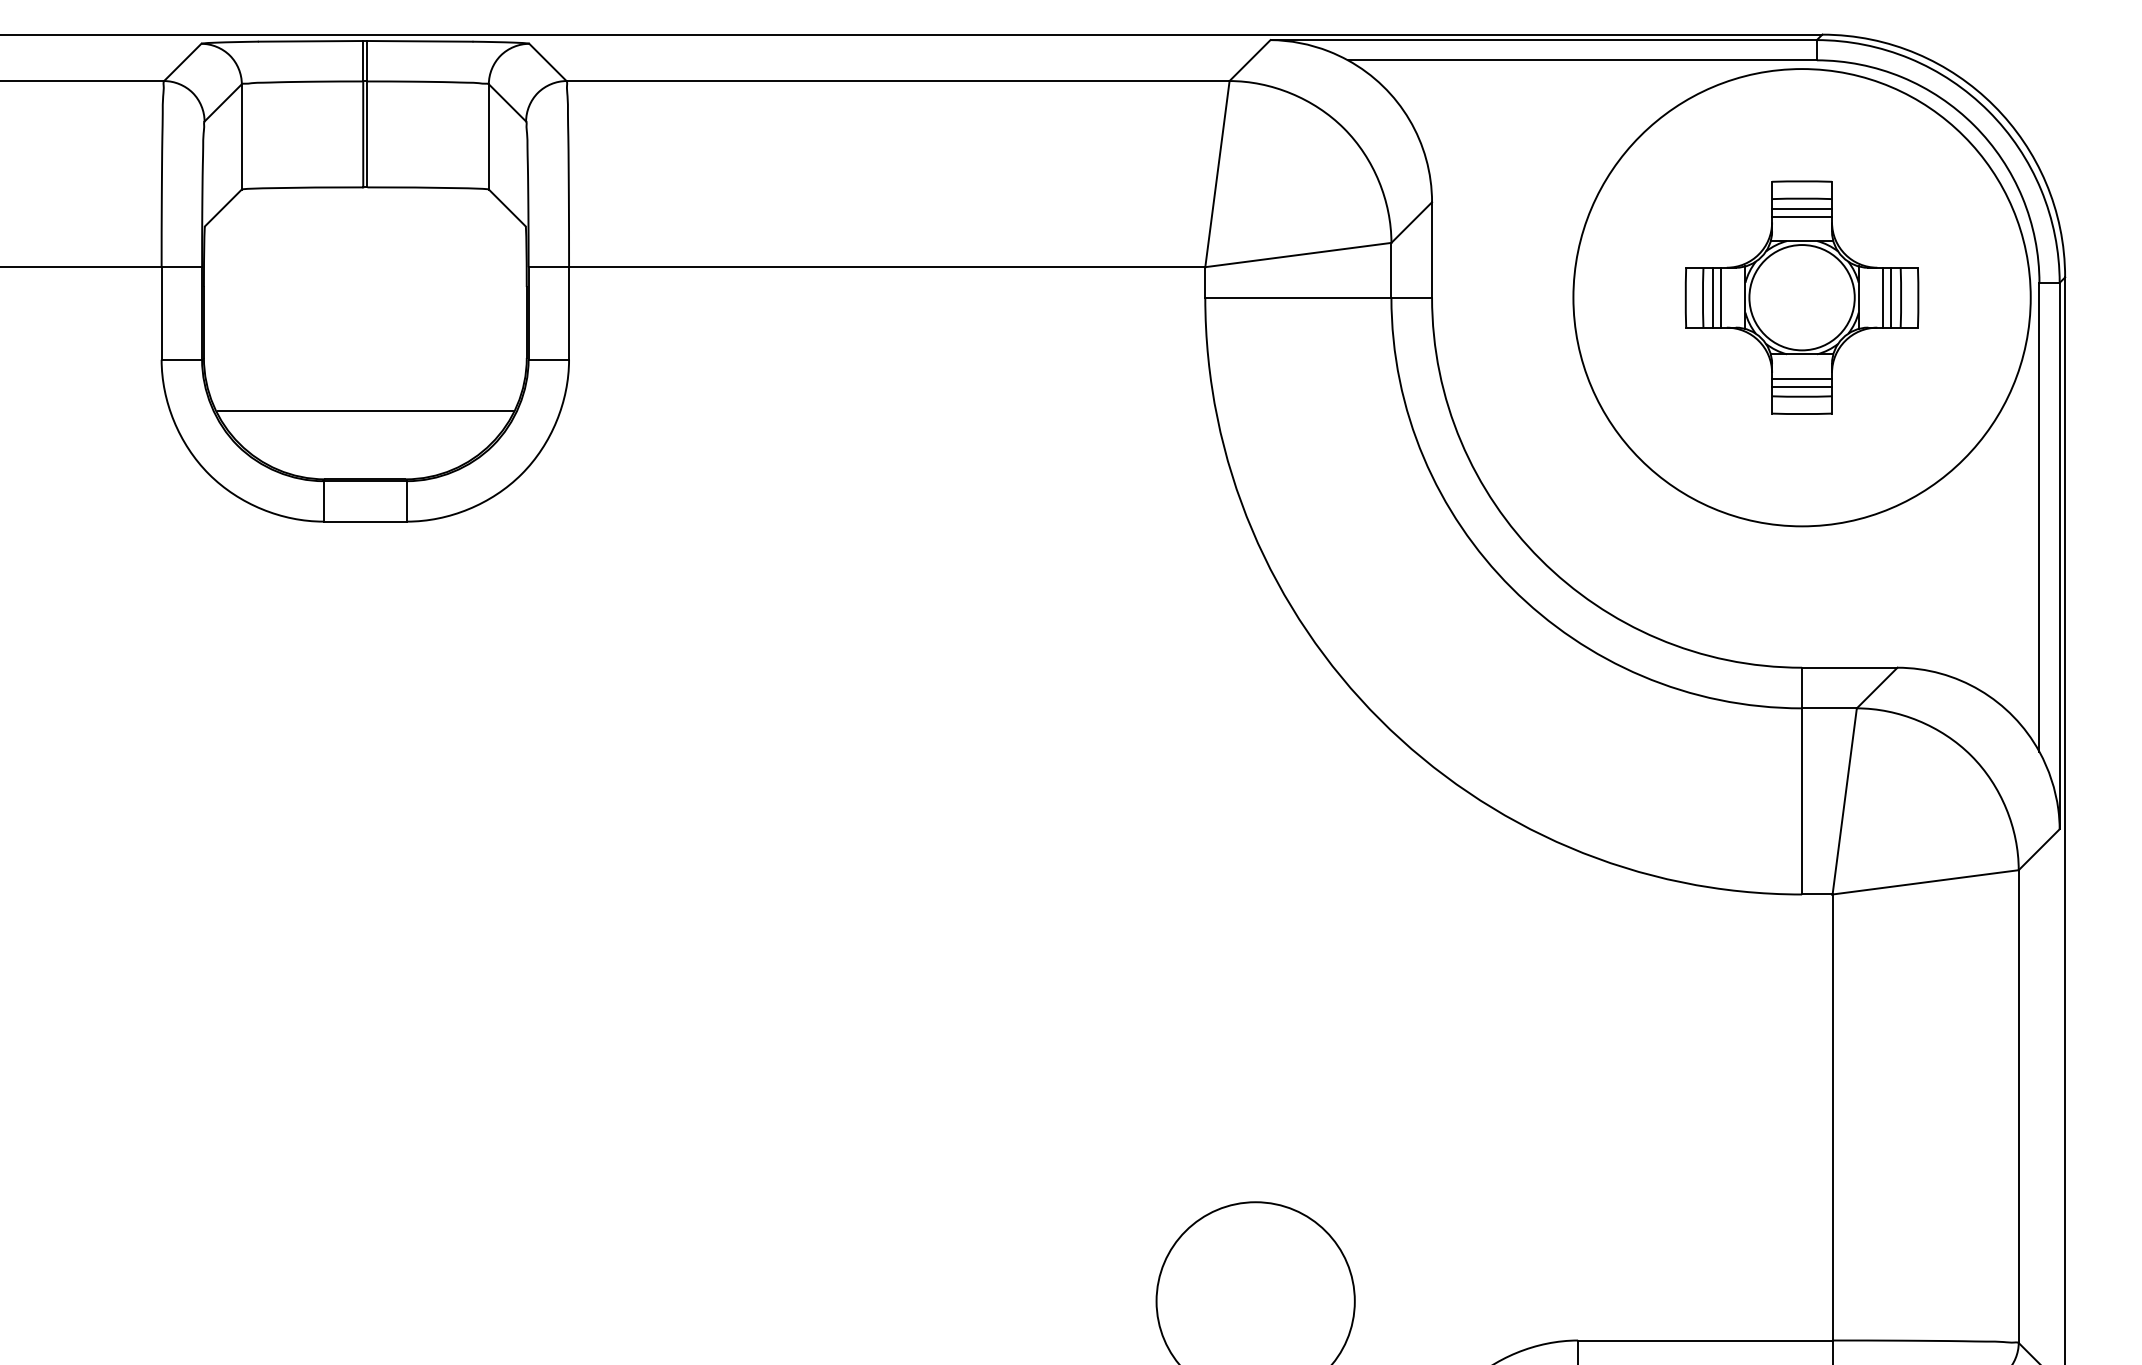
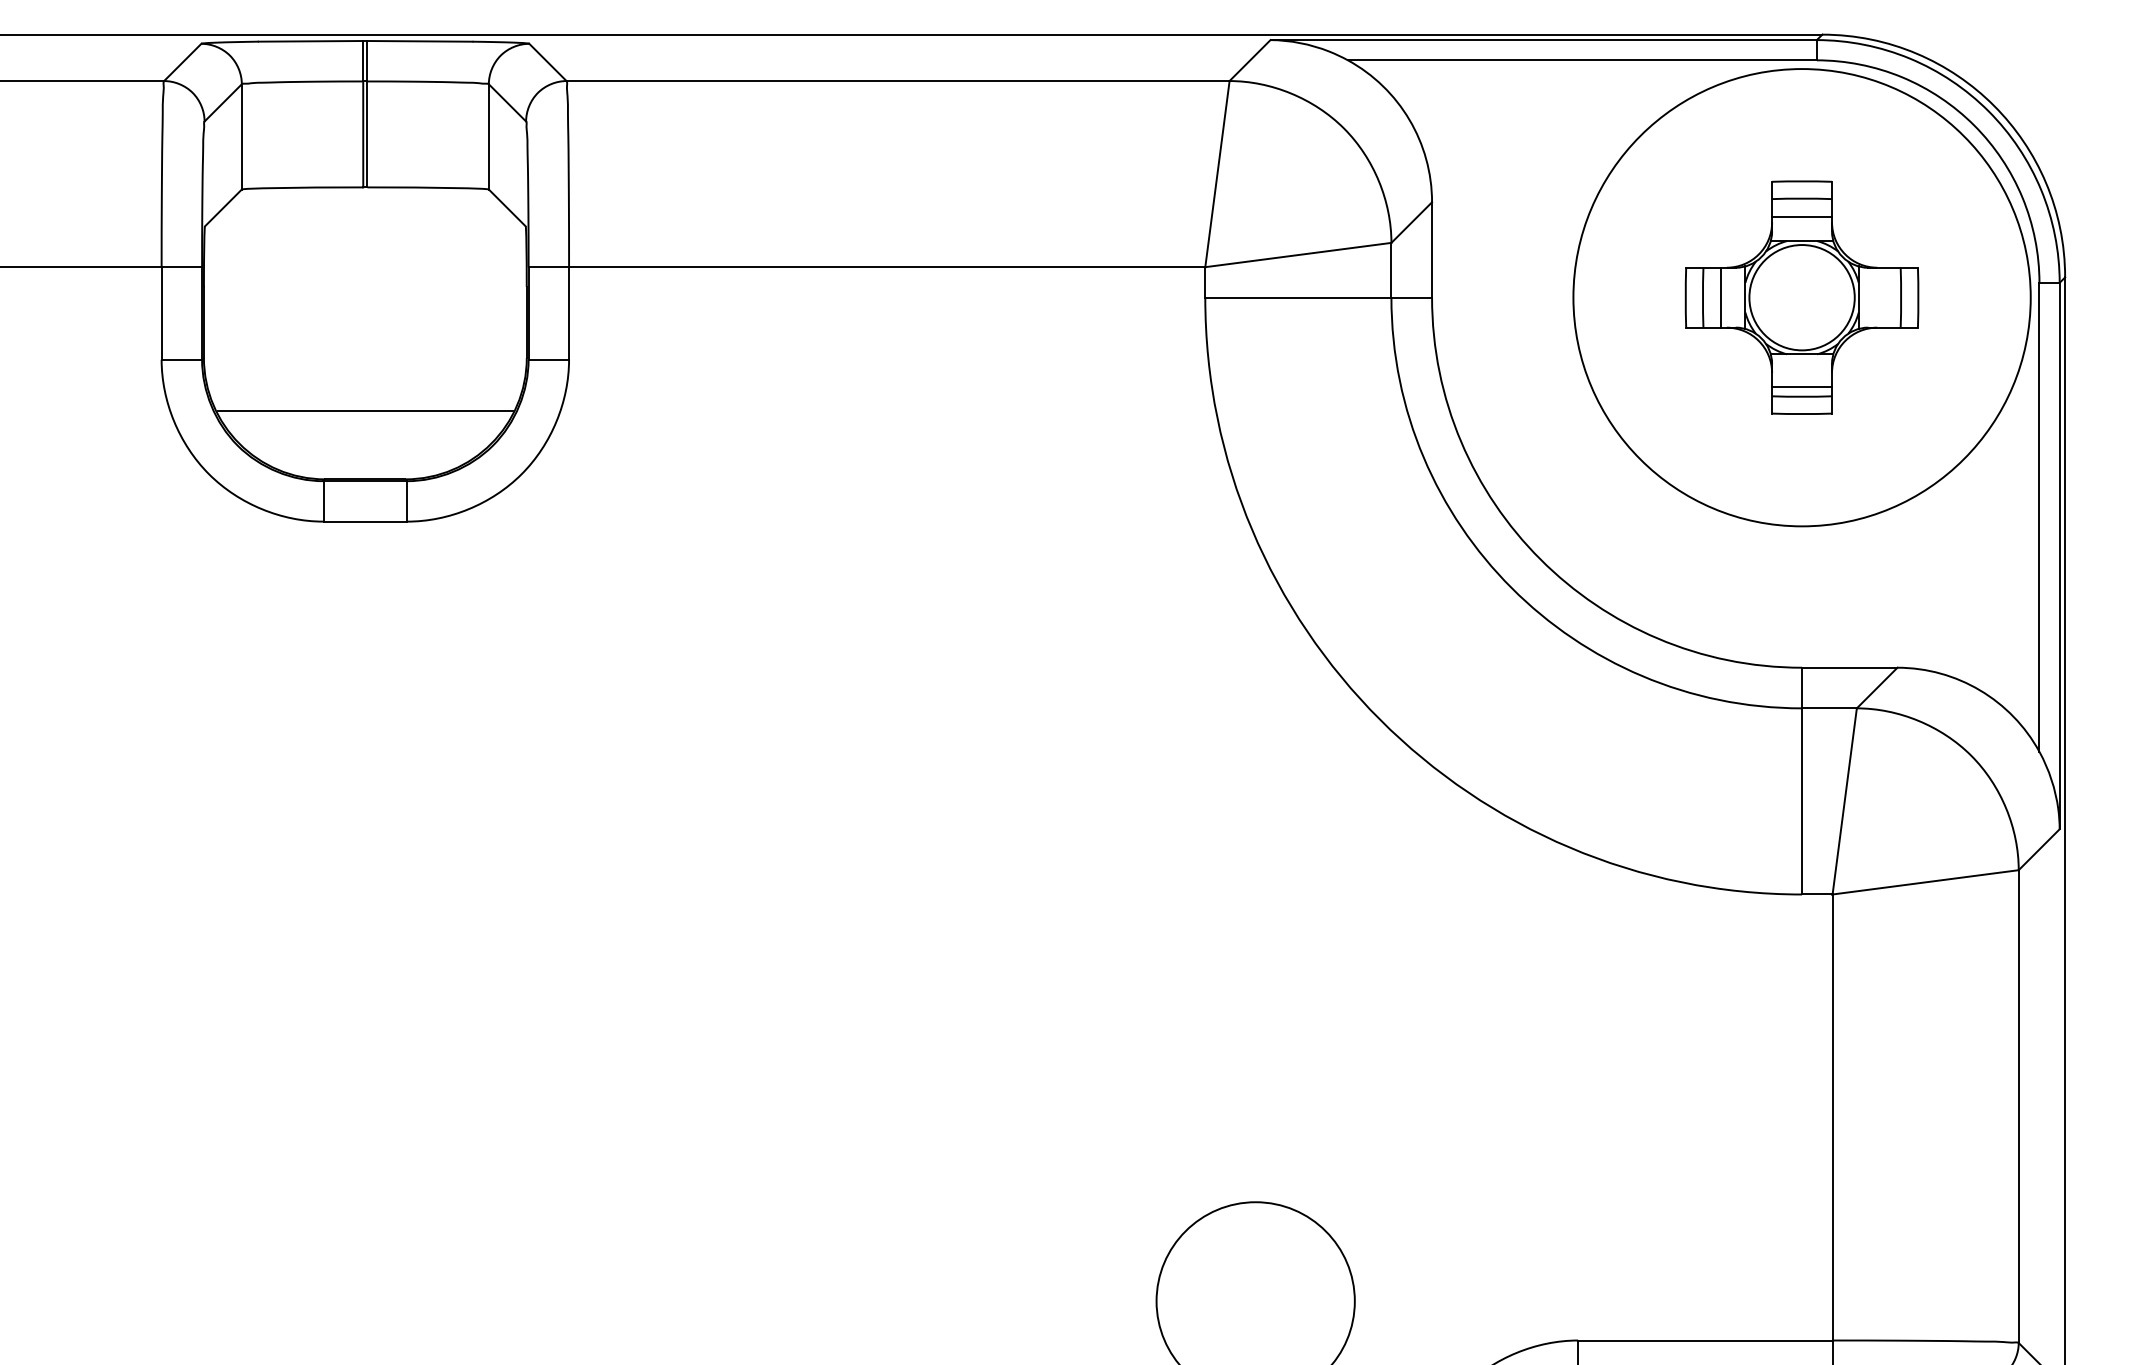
line at (1802, 208): present -> none
line at (1712, 297): present -> none
line at (1883, 297): present -> none
line at (1891, 297): present -> none
line at (1802, 378): present -> none
